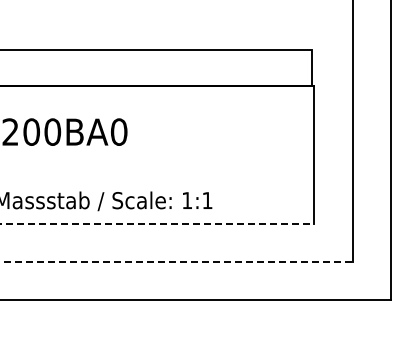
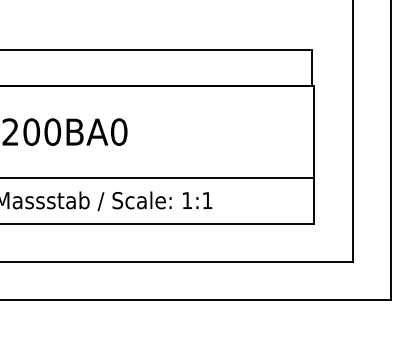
line at (158, 177): none -> present
line at (157, 223): dashed -> solid
line at (176, 261): dashed -> solid
